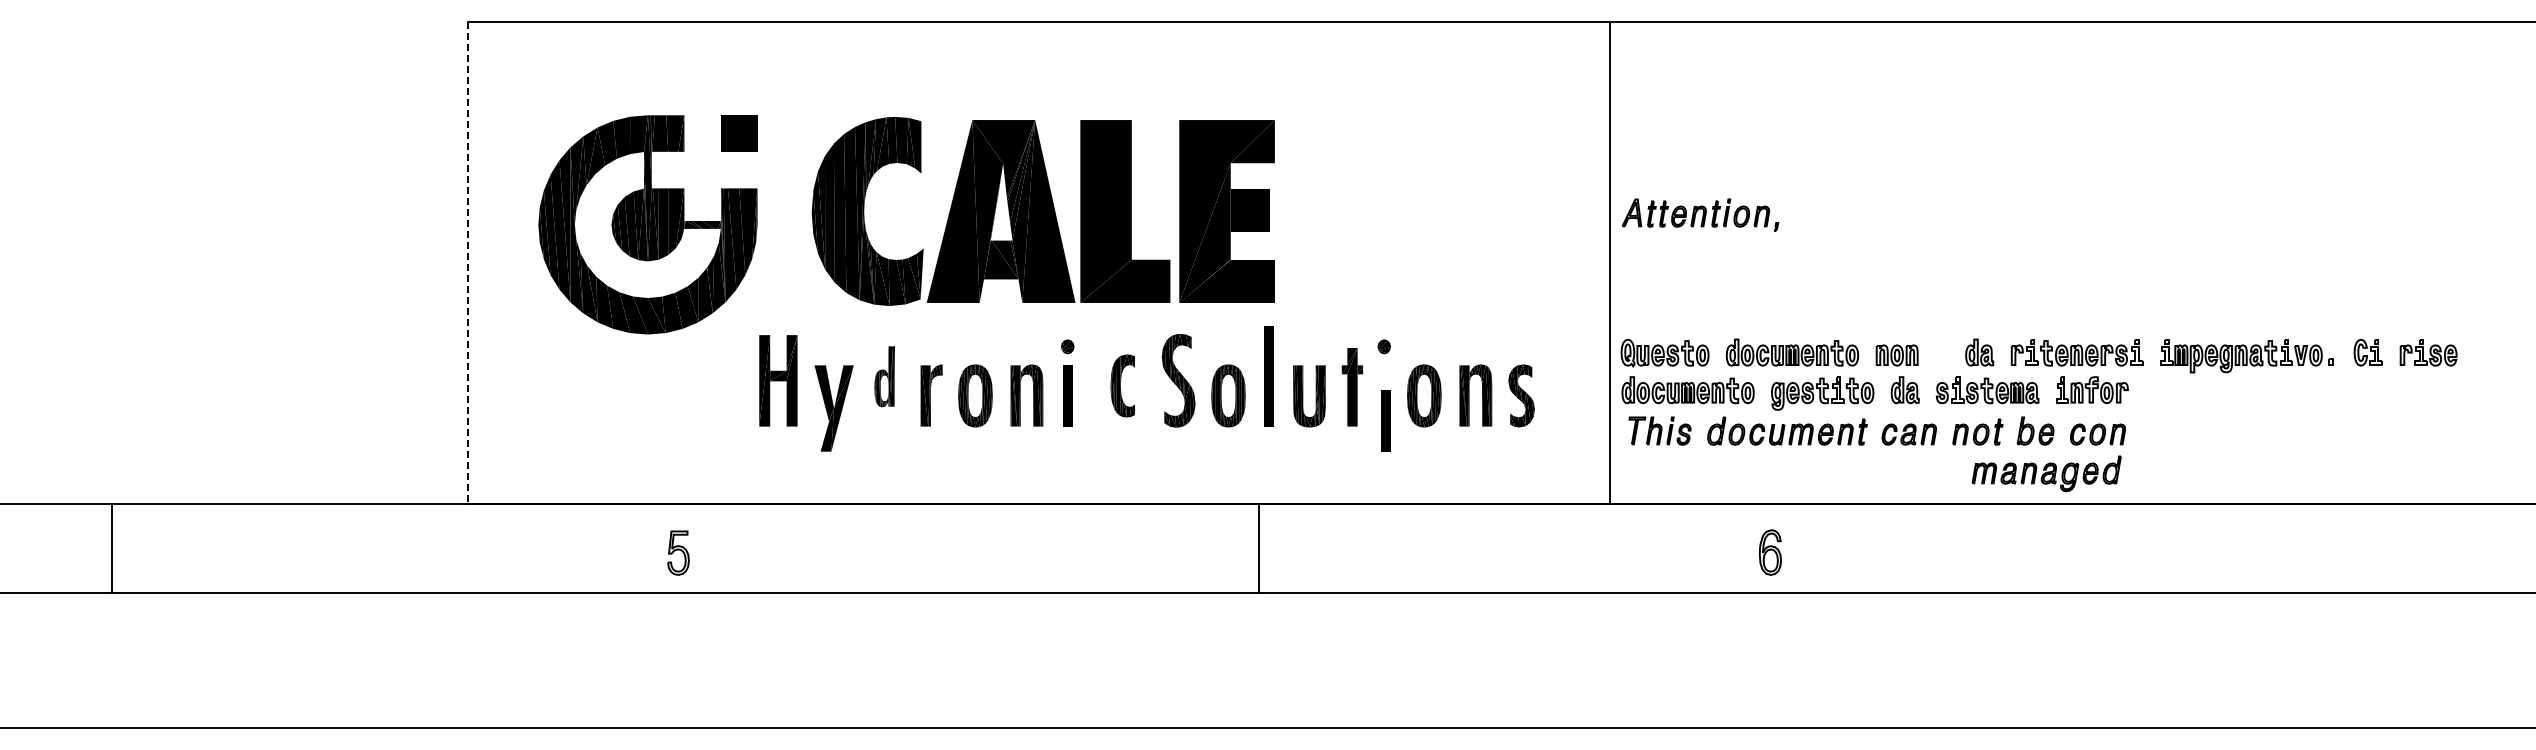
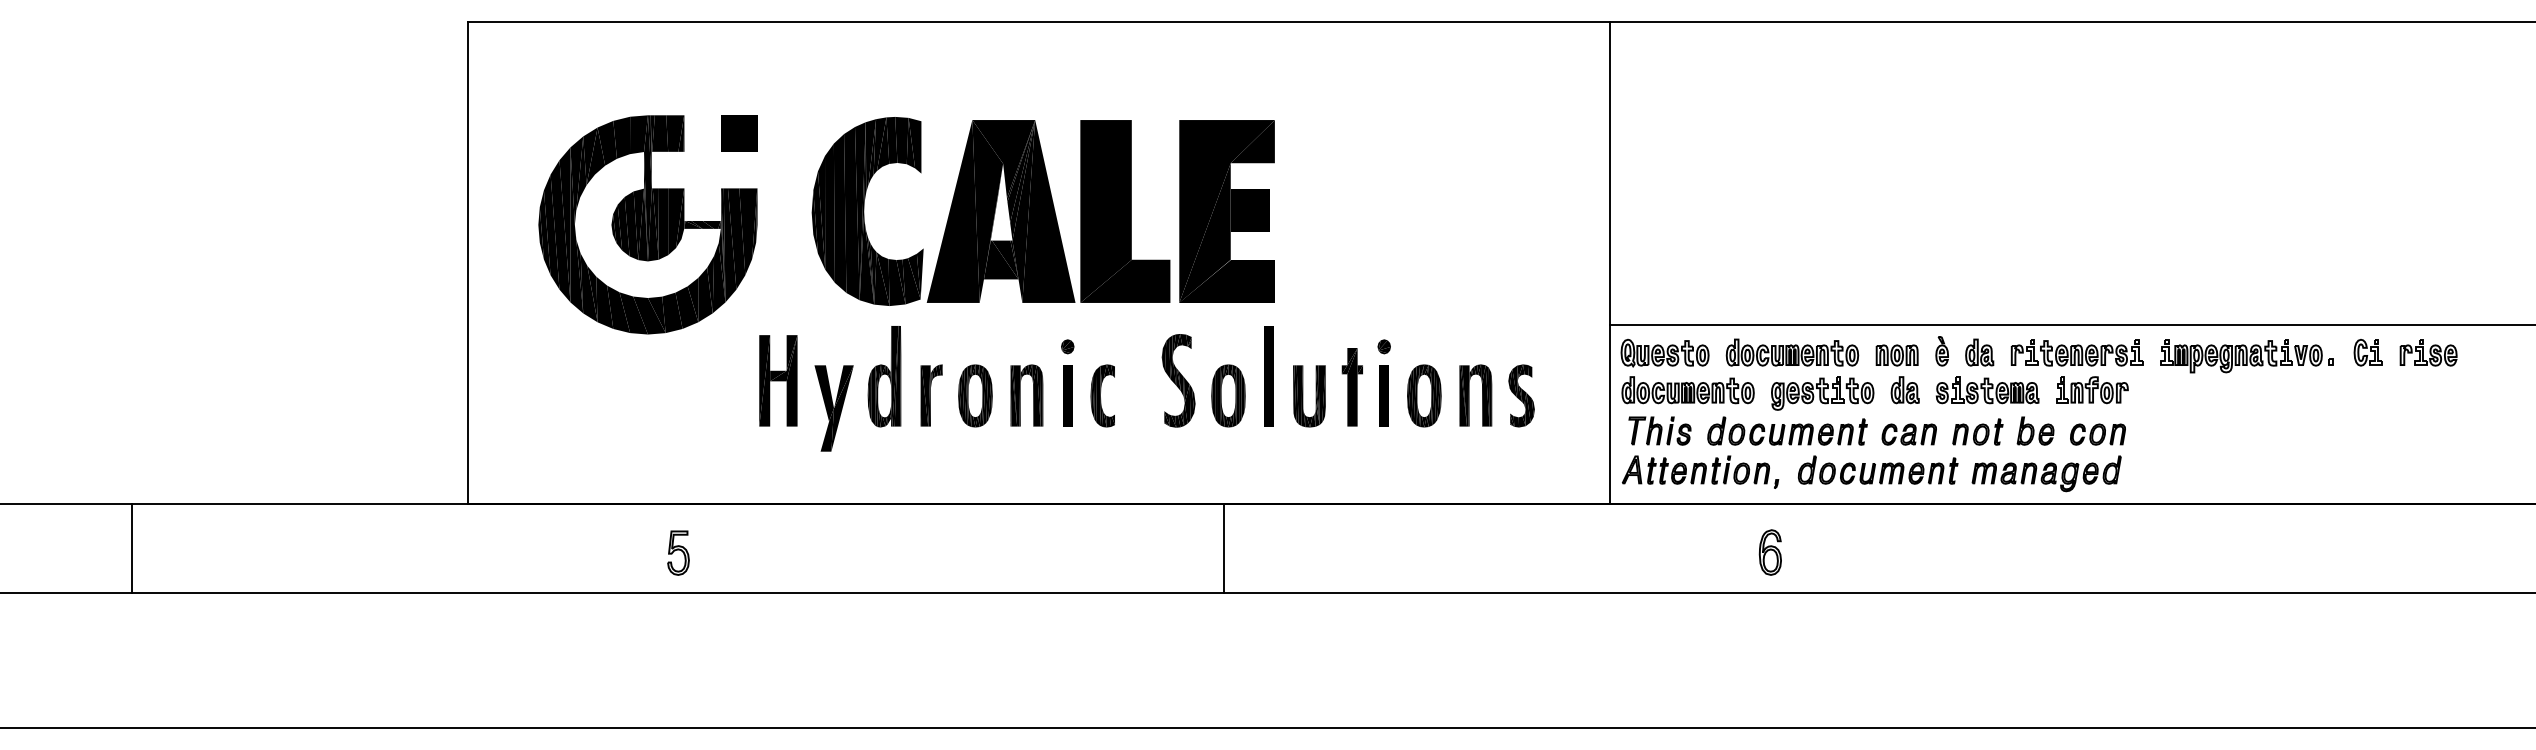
part at (1700, 214) position: (1700, 214) -> (1700, 471)
line at (467, 263): dashed -> solid
line at (2071, 324): none -> present
part at (1941, 351): none -> present
part at (884, 376) size: 21x62 px -> 35x102 px
part at (1122, 385) position: (1122, 385) -> (1102, 395)
part at (1385, 420) position: (1385, 420) -> (1383, 395)
part at (1877, 469): none -> present
line at (112, 548) position: (112, 548) -> (132, 548)
line at (1258, 548) position: (1258, 548) -> (1223, 548)
